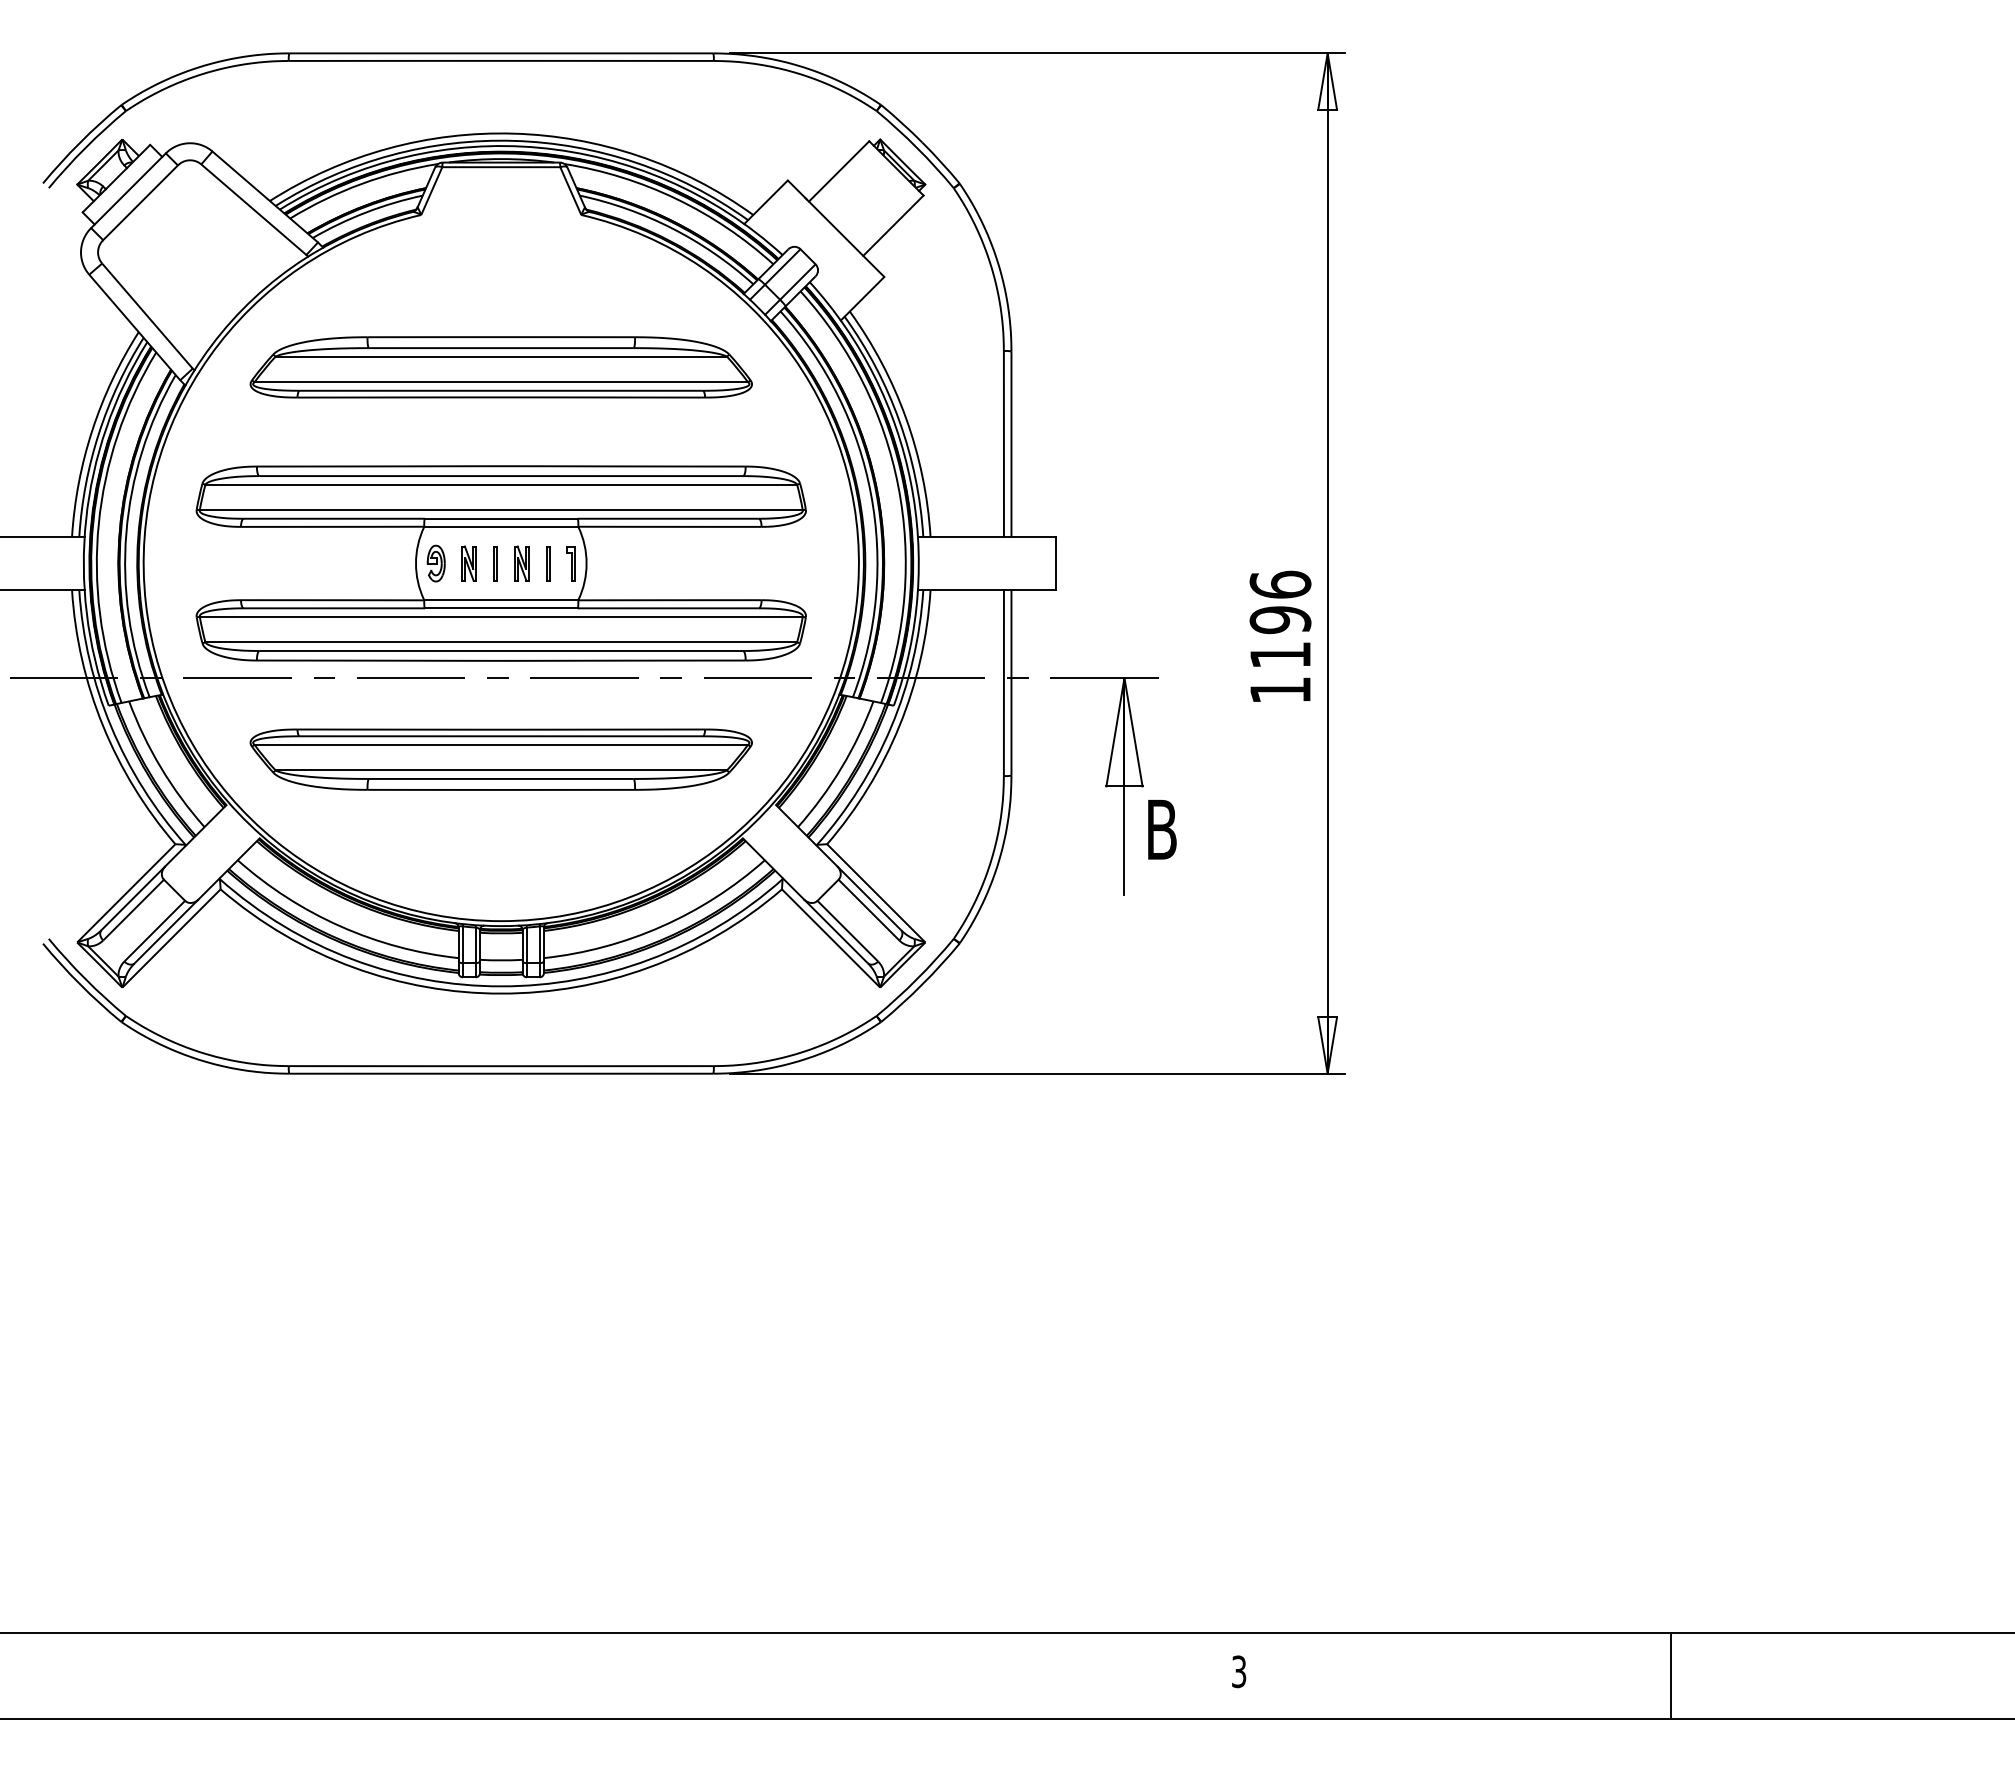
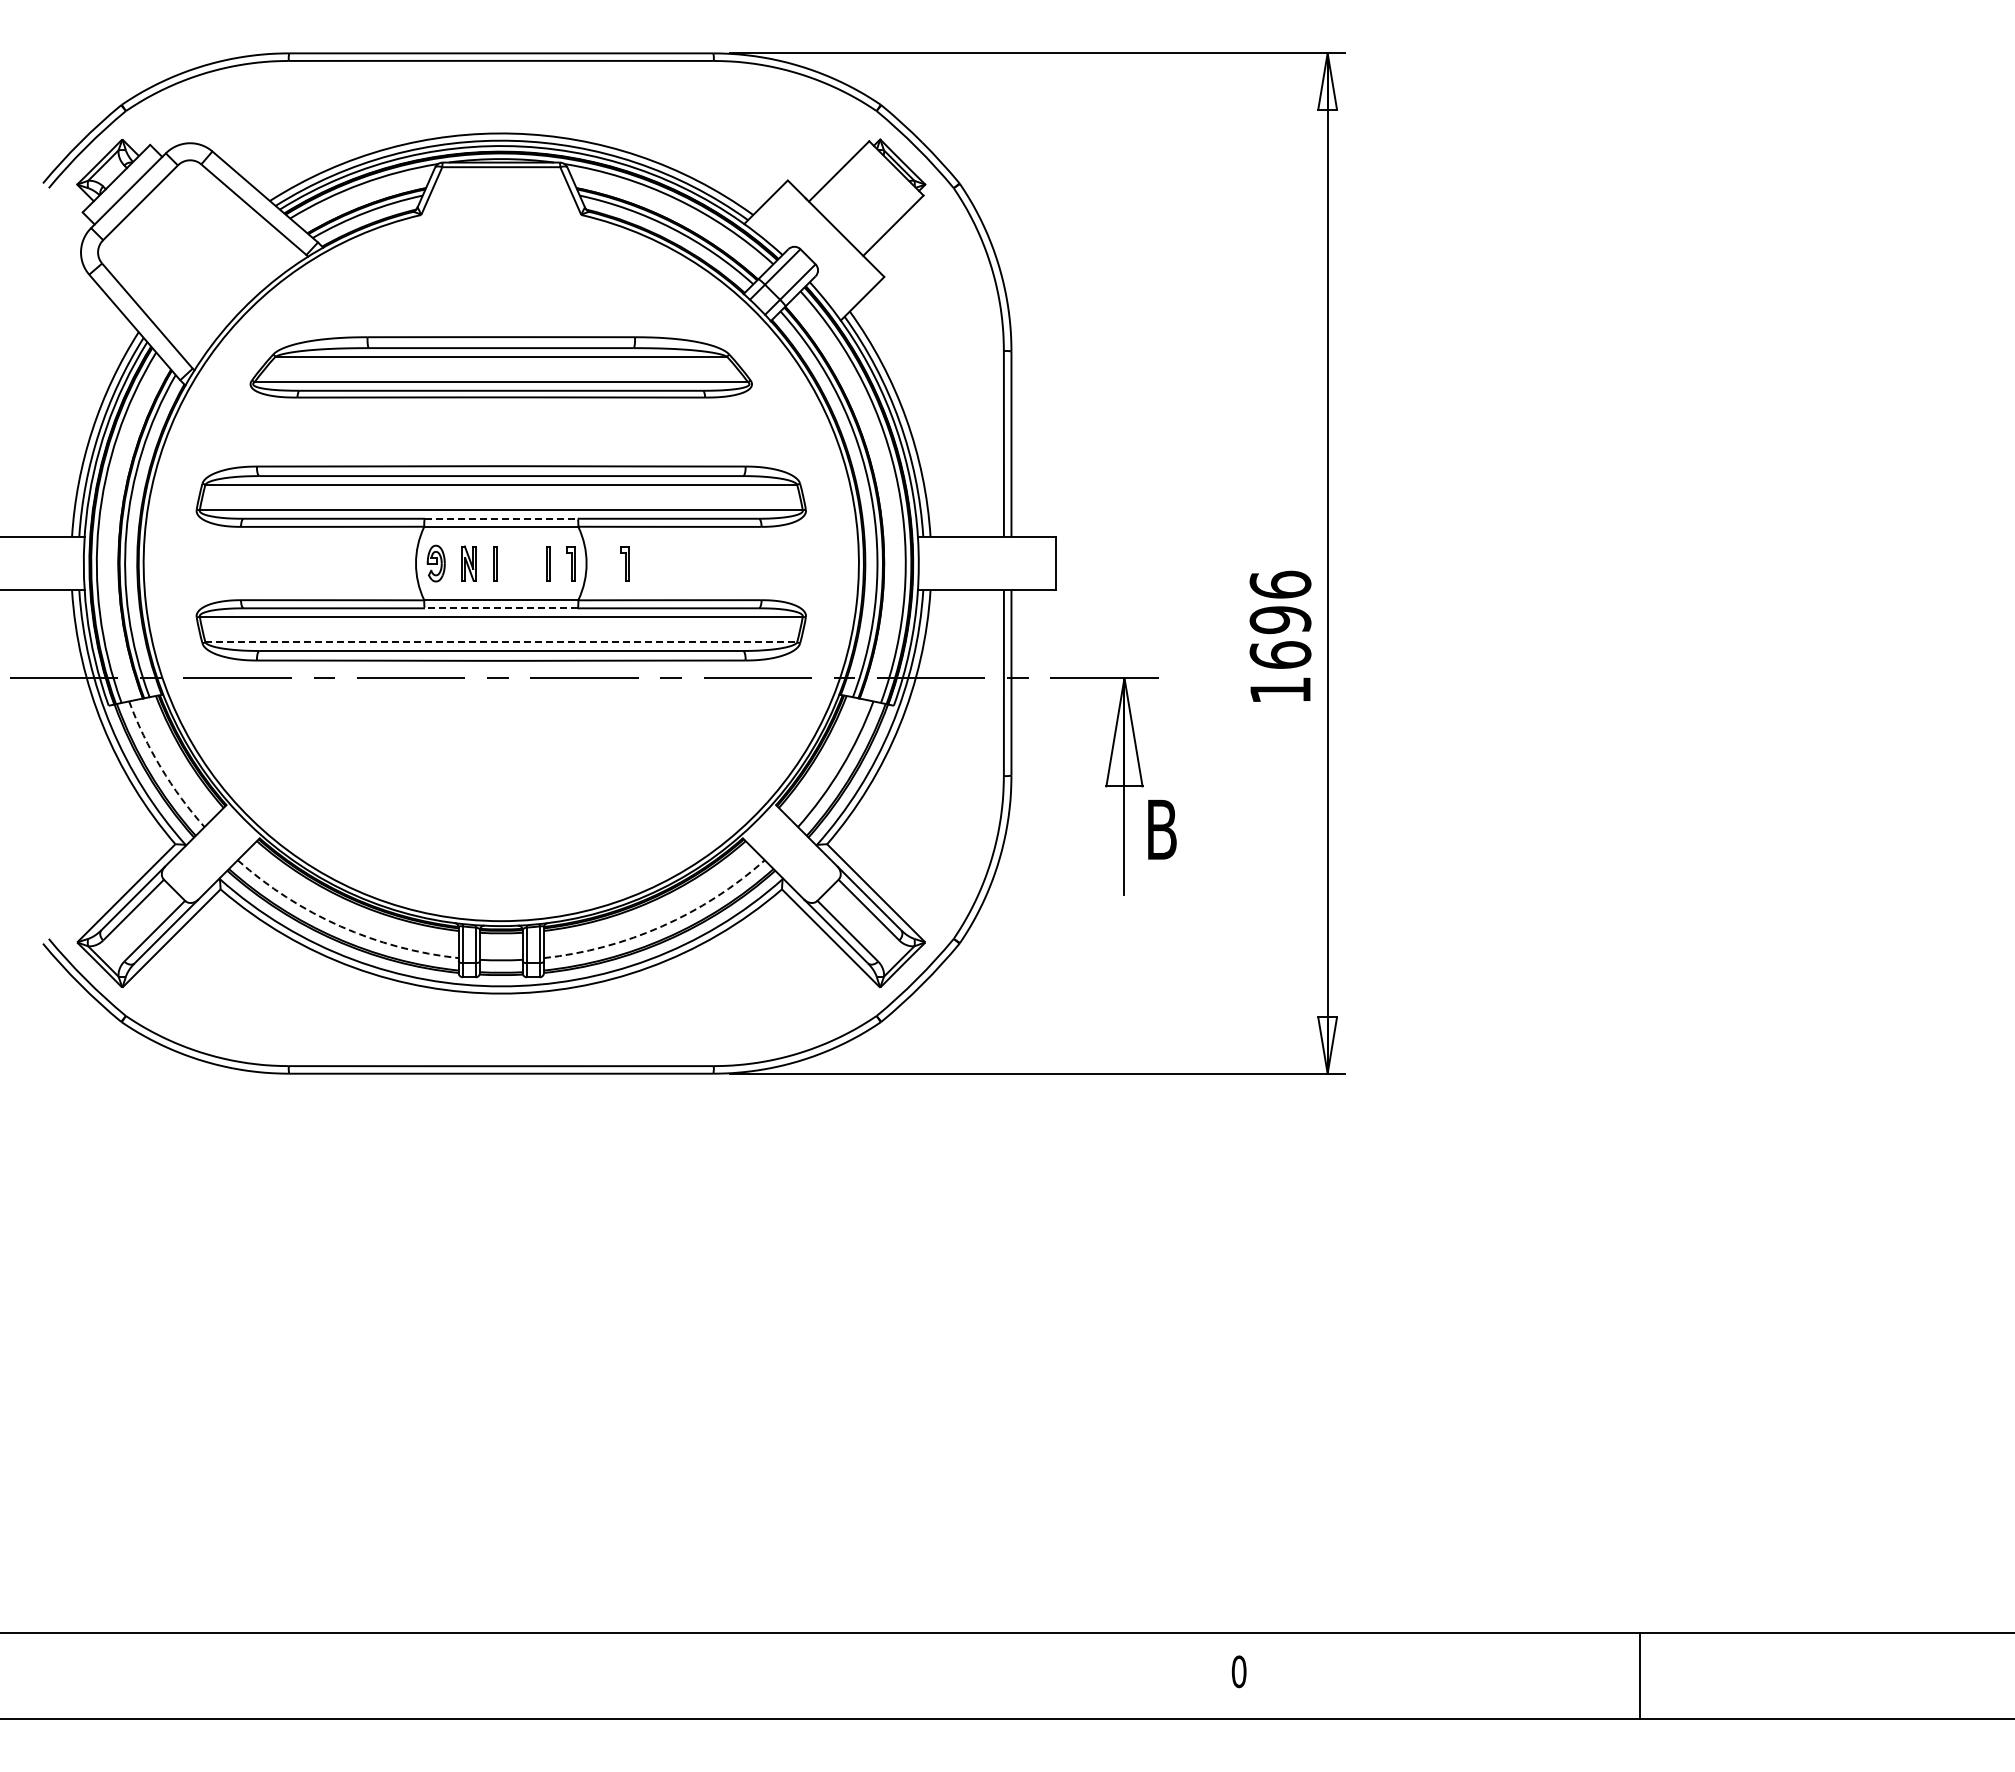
line at (501, 518): solid -> dashed
part at (521, 563): present -> none
part at (624, 563): none -> present
line at (501, 608): solid -> dashed
line at (501, 642): solid -> dashed
text at (1280, 654): 1196 -> 1696
part at (500, 759): present -> none
arc at (161, 767): solid -> dashed
arc at (340, 926): solid -> dashed
arc at (662, 926): solid -> dashed
text at (1238, 1671): 3 -> 0
line at (1670, 1675) position: (1670, 1675) -> (1639, 1675)
